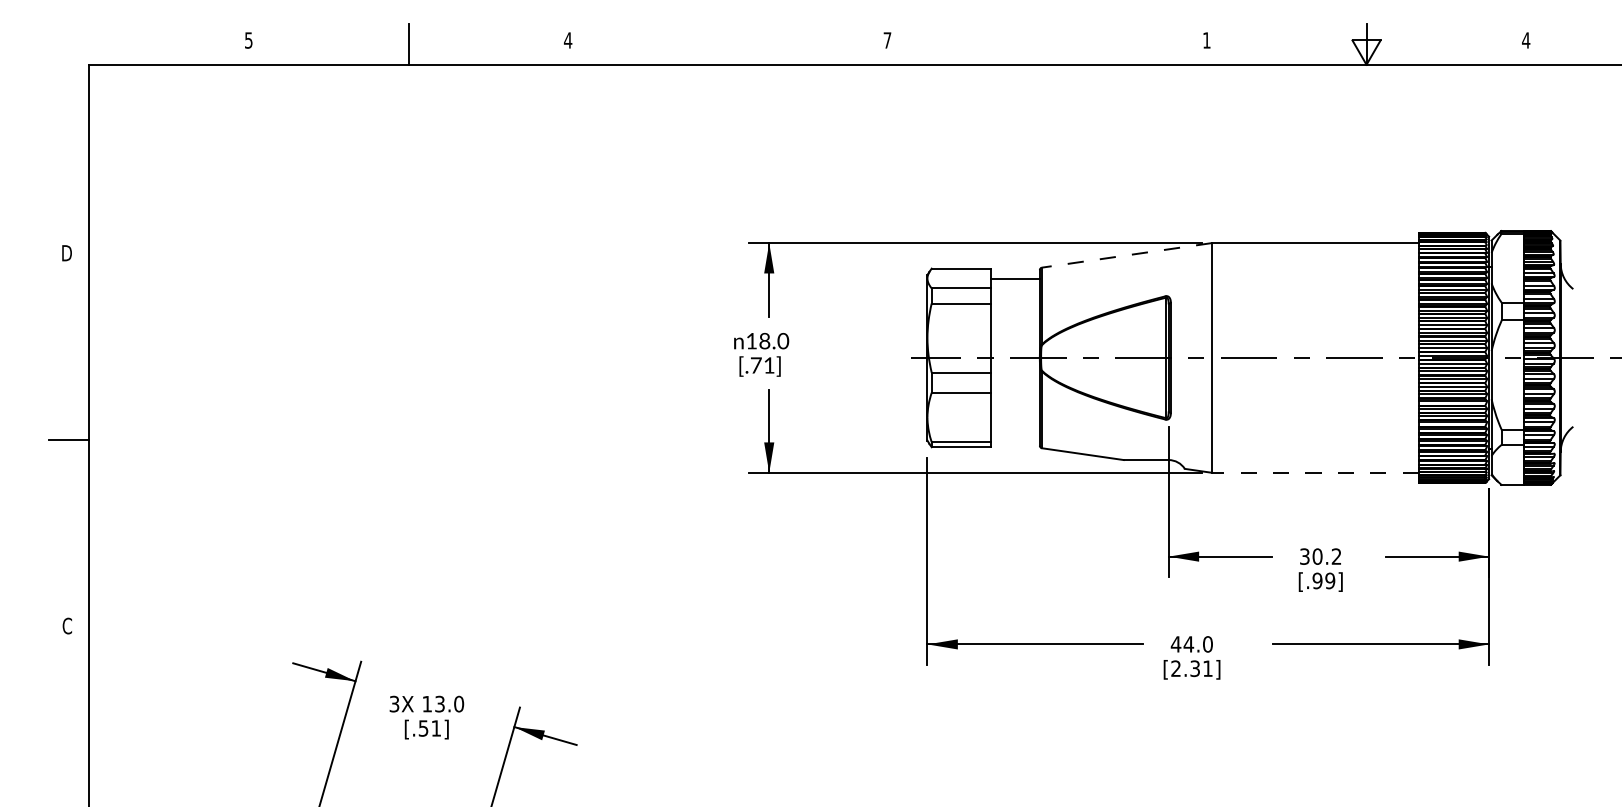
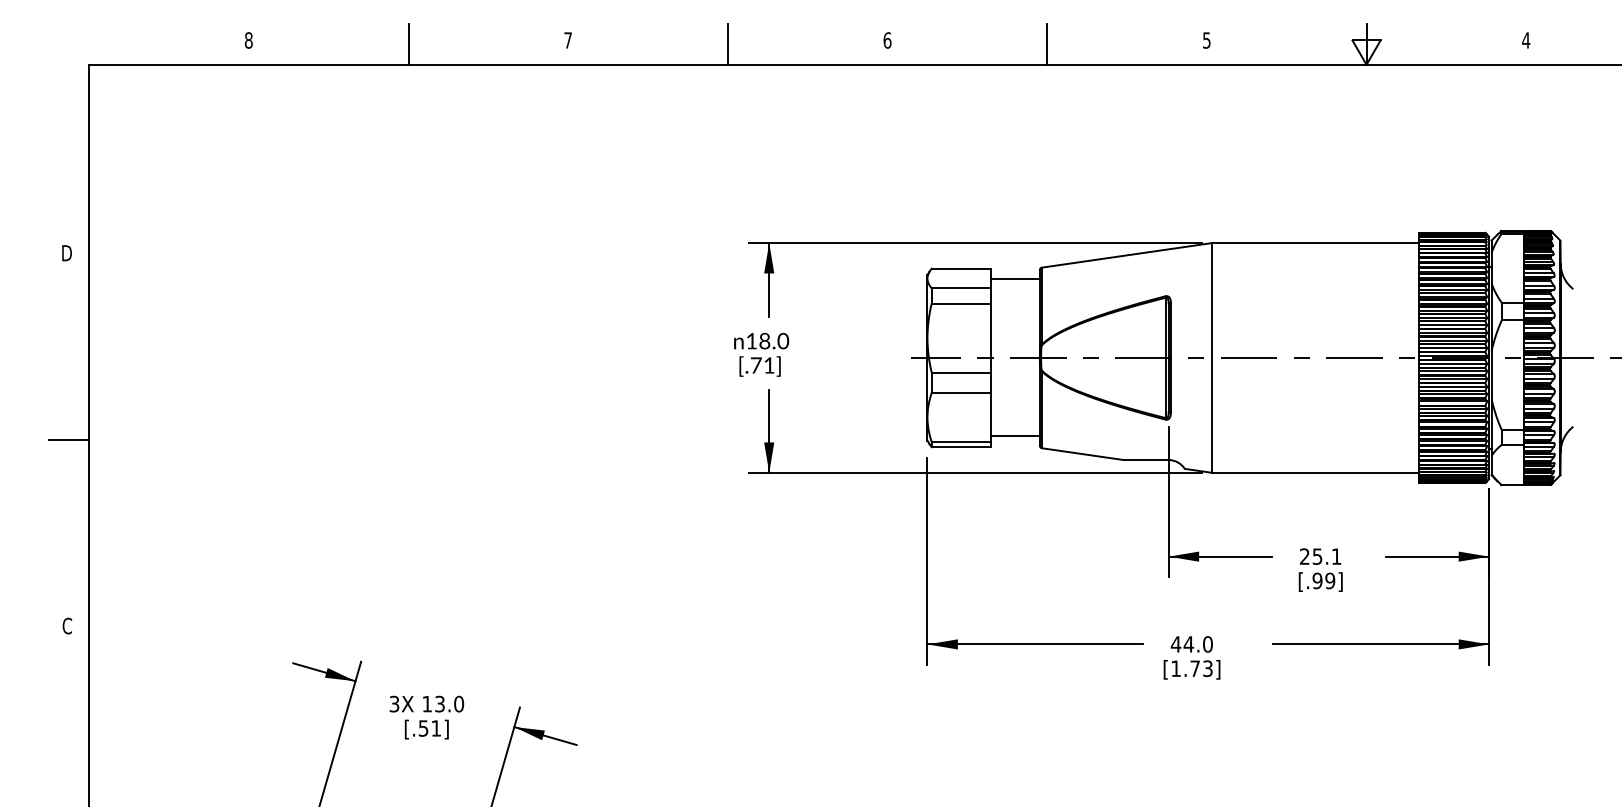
text at (248, 40): 5 -> 8
text at (567, 40): 4 -> 7
text at (887, 40): 7 -> 6
text at (1206, 40): 1 -> 5
line at (727, 44): none -> present
line at (1047, 44): none -> present
line at (1127, 255): dashed -> solid
line at (1015, 436): none -> present
line at (1315, 472): dashed -> solid
text at (1320, 556): 30.2 -> 25.1
text at (1191, 668): [2.31] -> [1.73]
